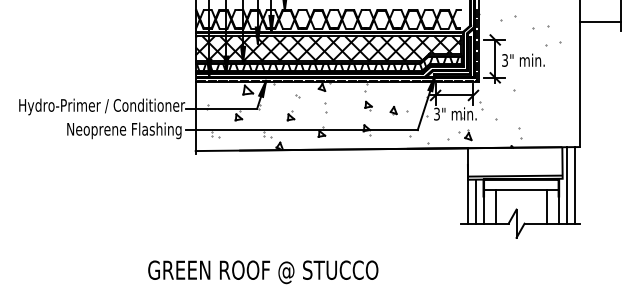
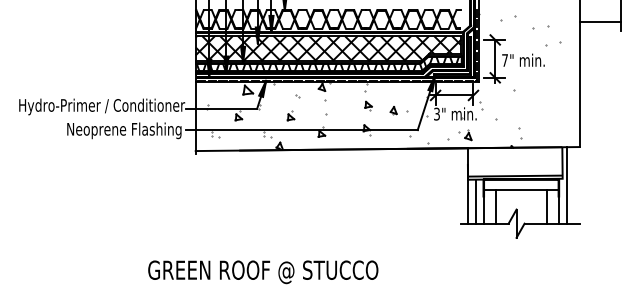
text at (504, 60): 3" -> 7"
part at (325, 107) size: 4x12 px -> 4x17 px
line at (574, 185): present -> none
